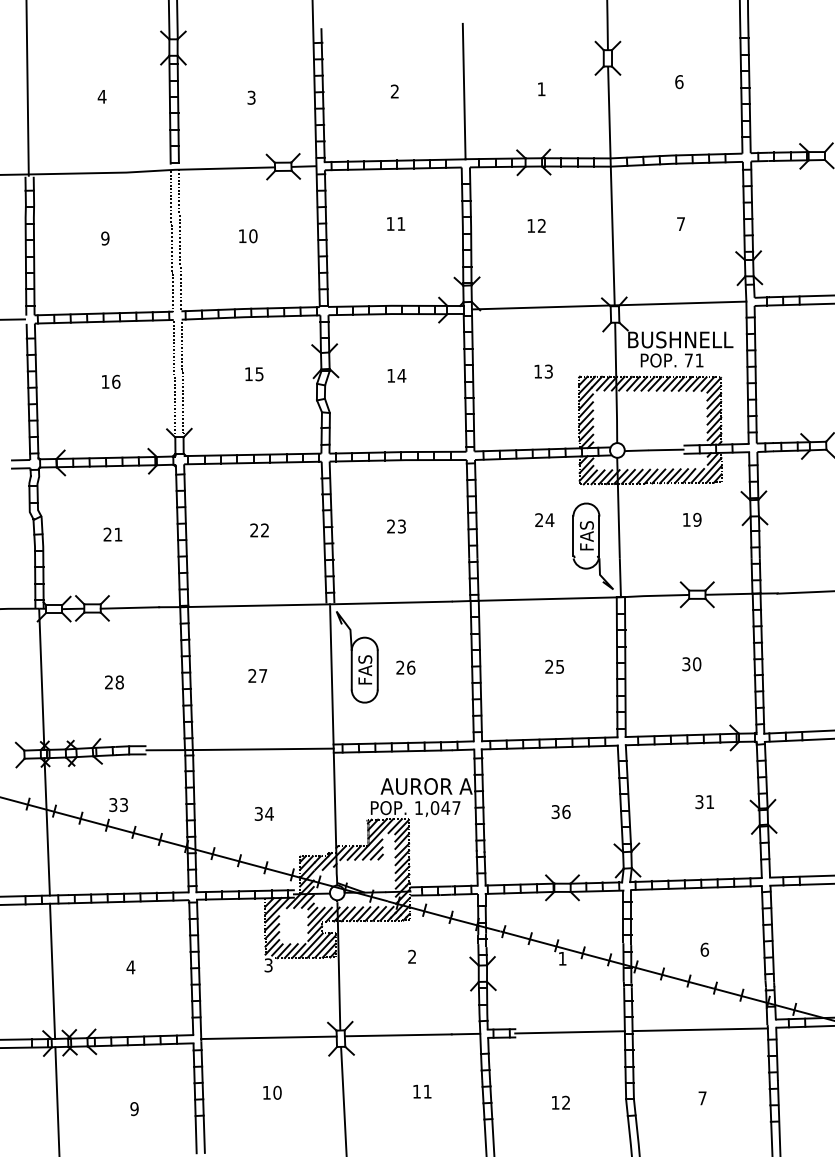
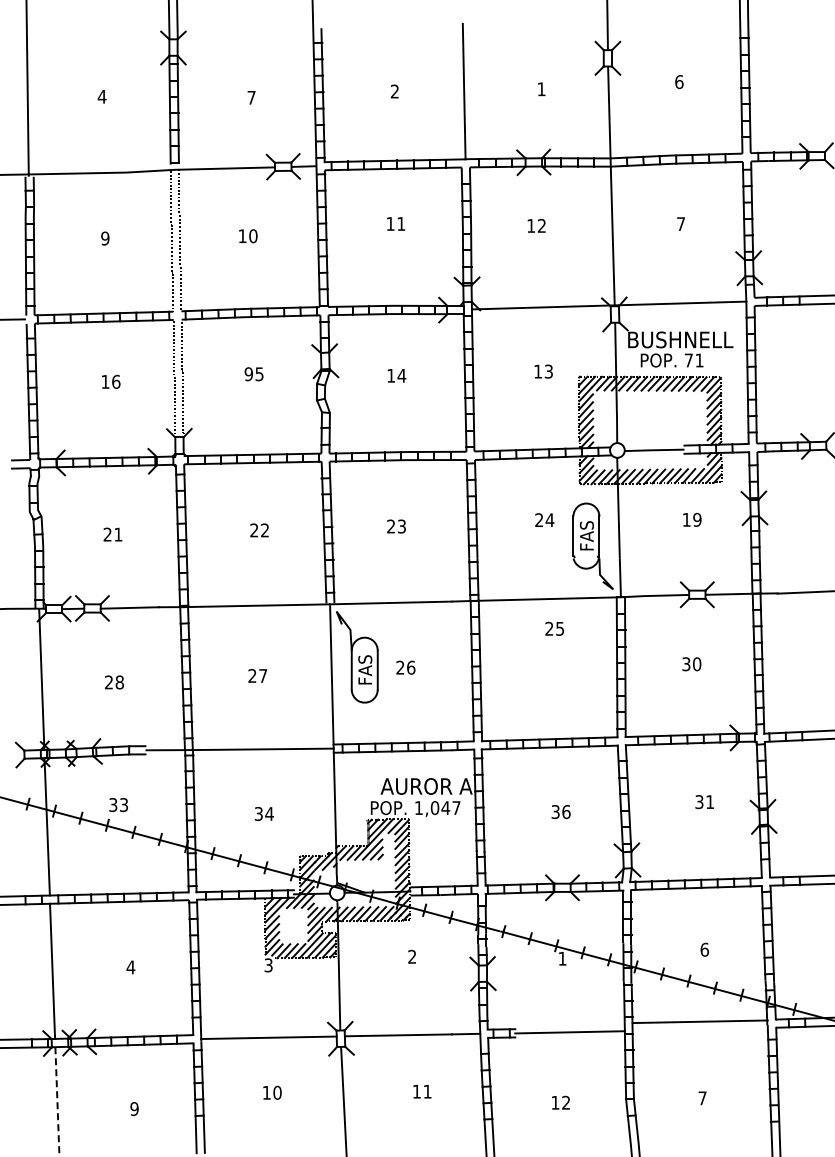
text at (251, 97): 3 -> 7
text at (248, 374): 15 -> 95
text at (554, 666) position: (554, 666) -> (554, 628)
line at (699, 1029) position: (699, 1029) -> (699, 1021)
line at (57, 1101): solid -> dashed
